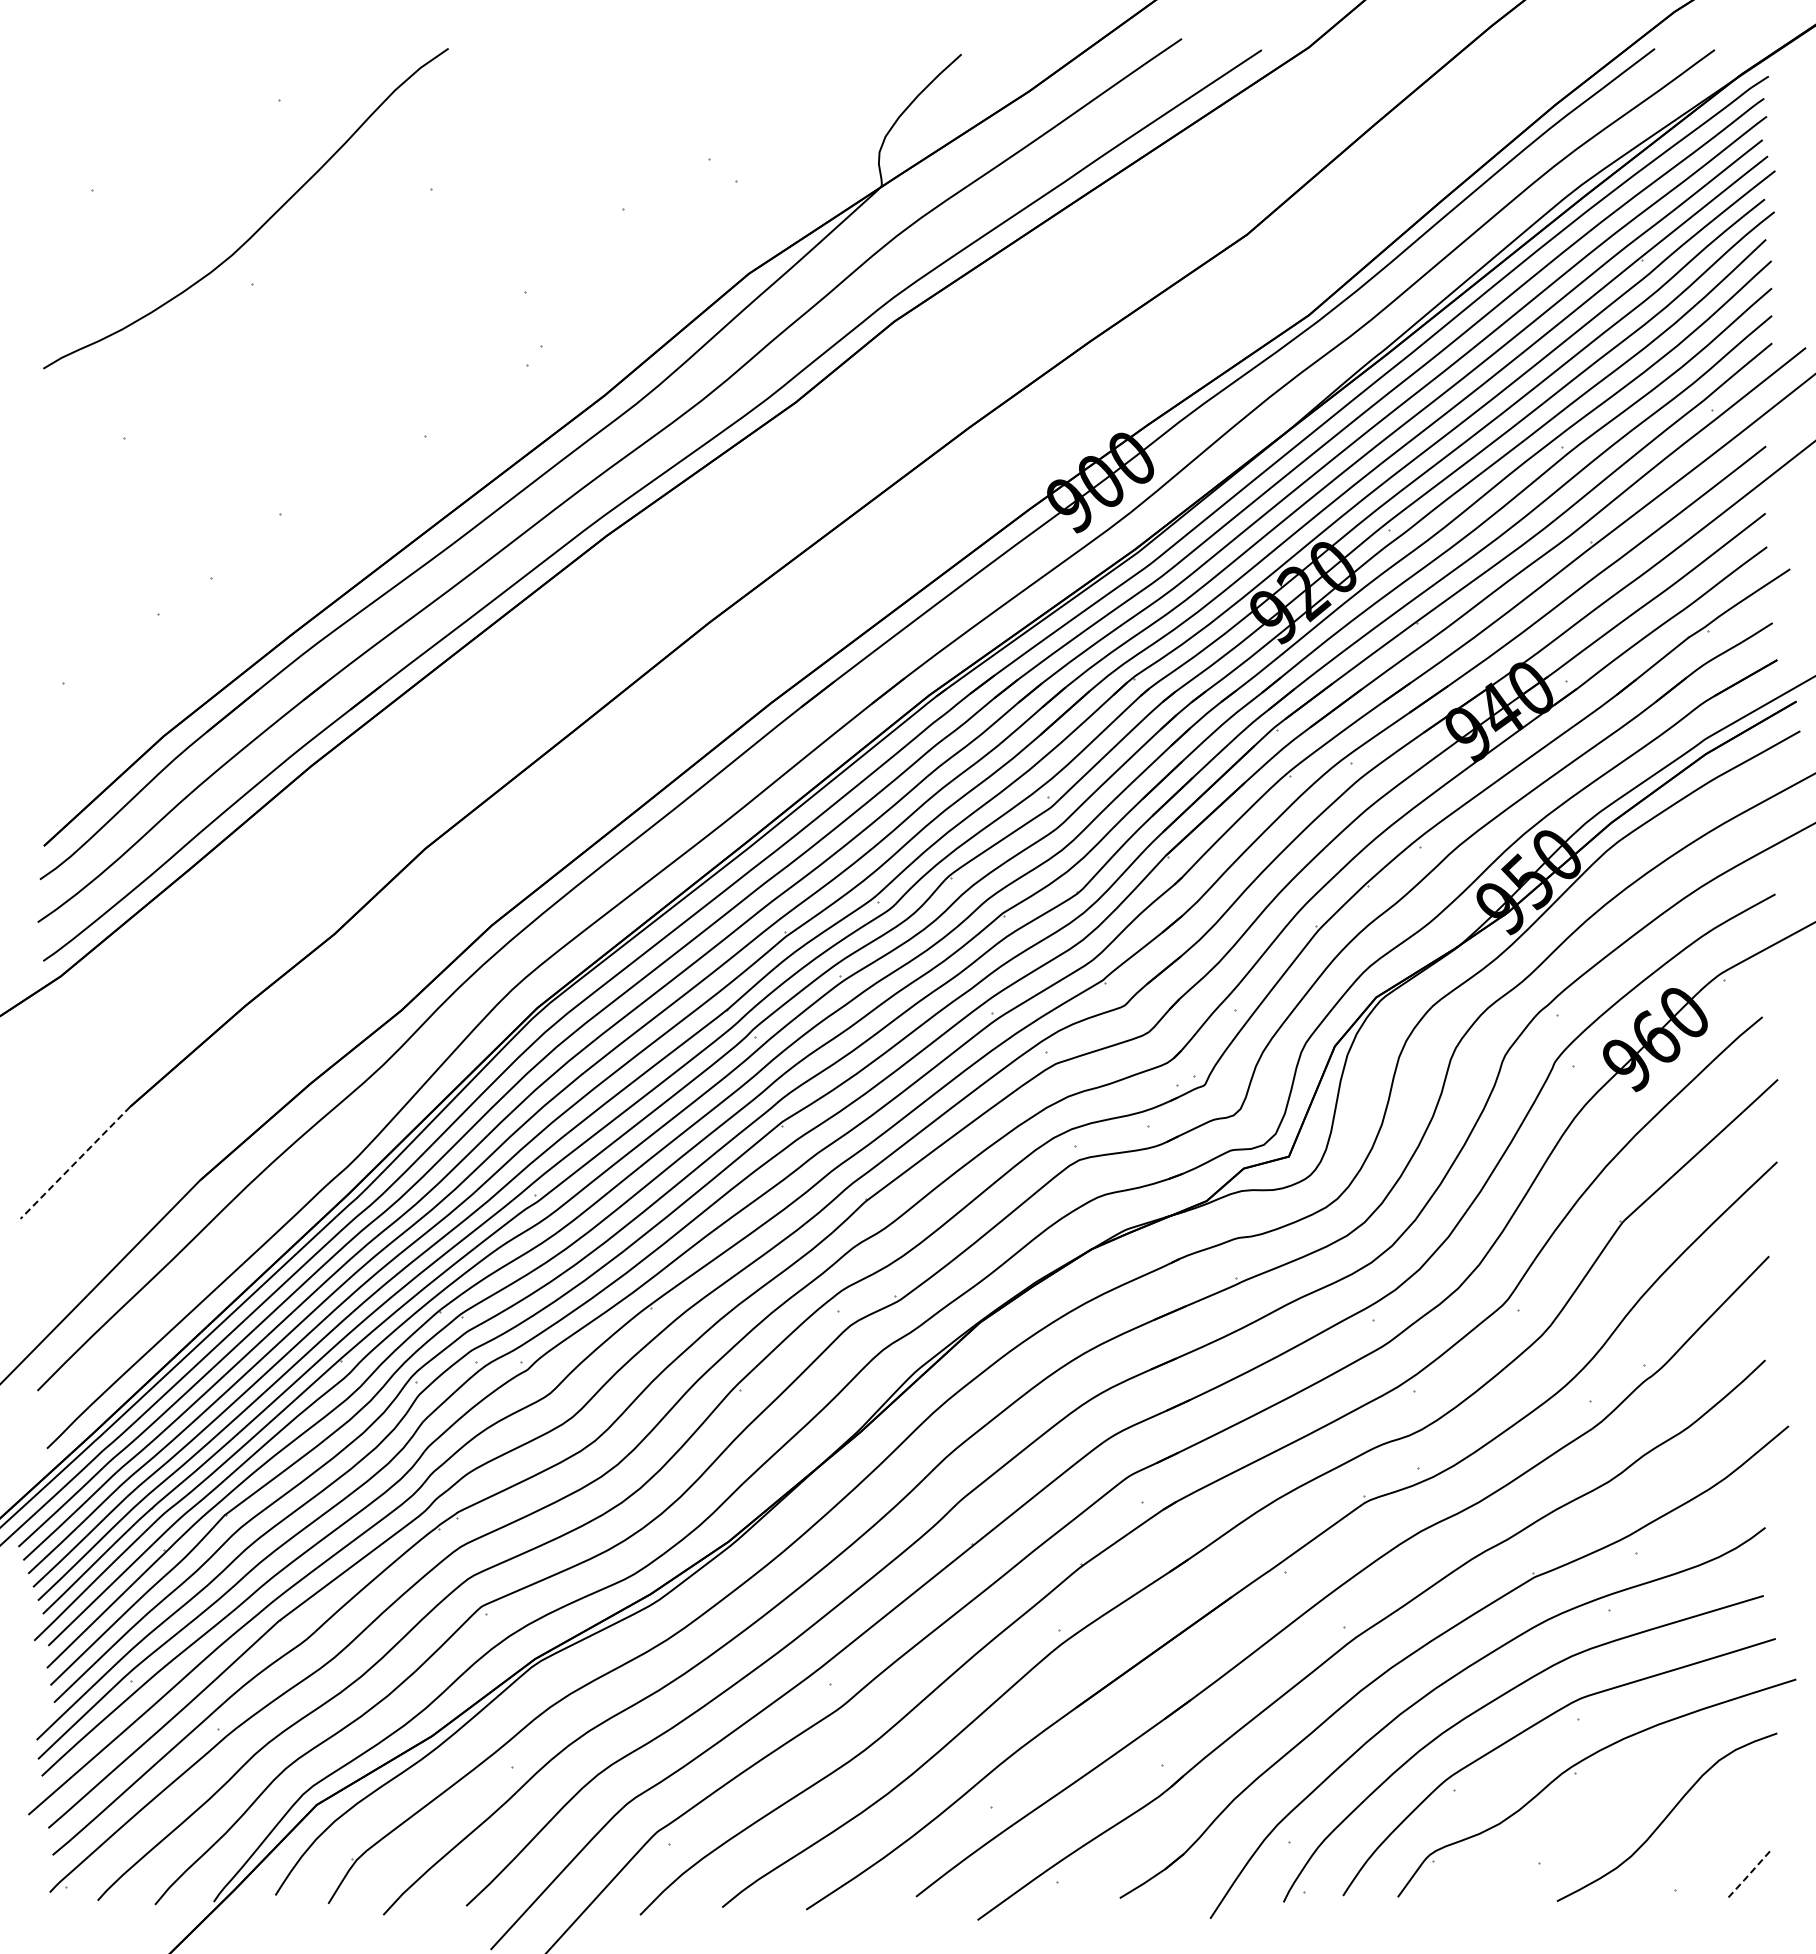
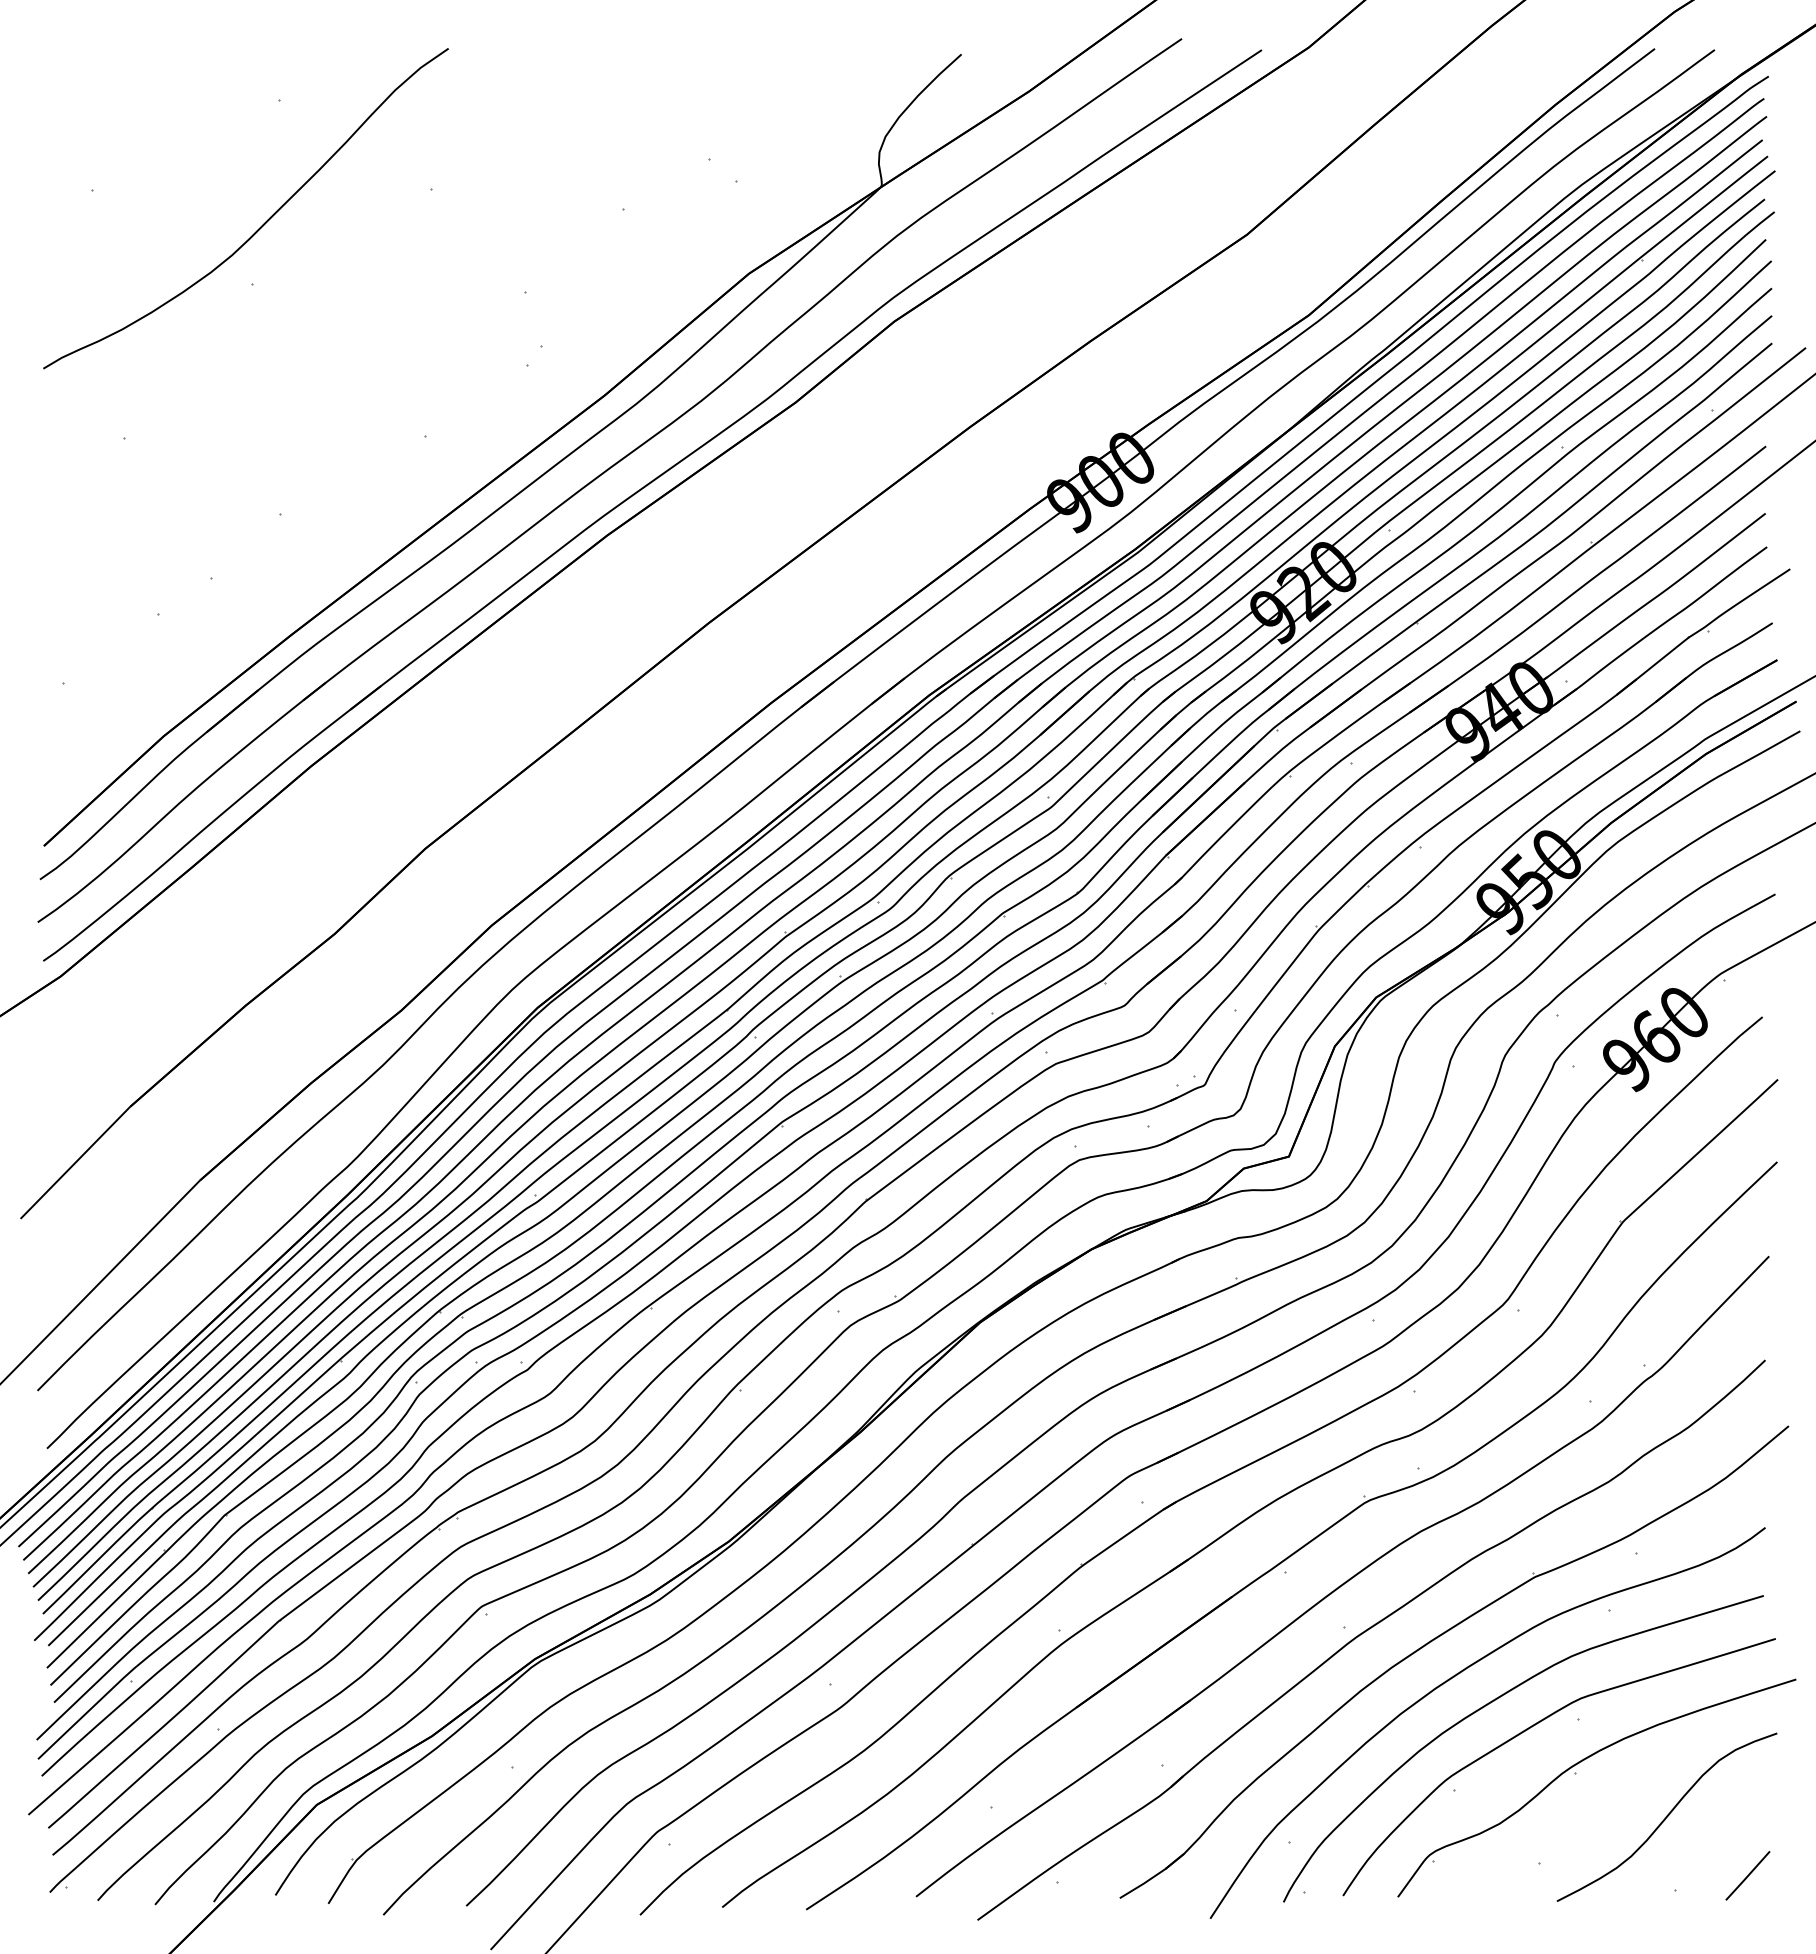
line at (75, 1163): dashed -> solid
line at (1747, 1876): dashed -> solid
